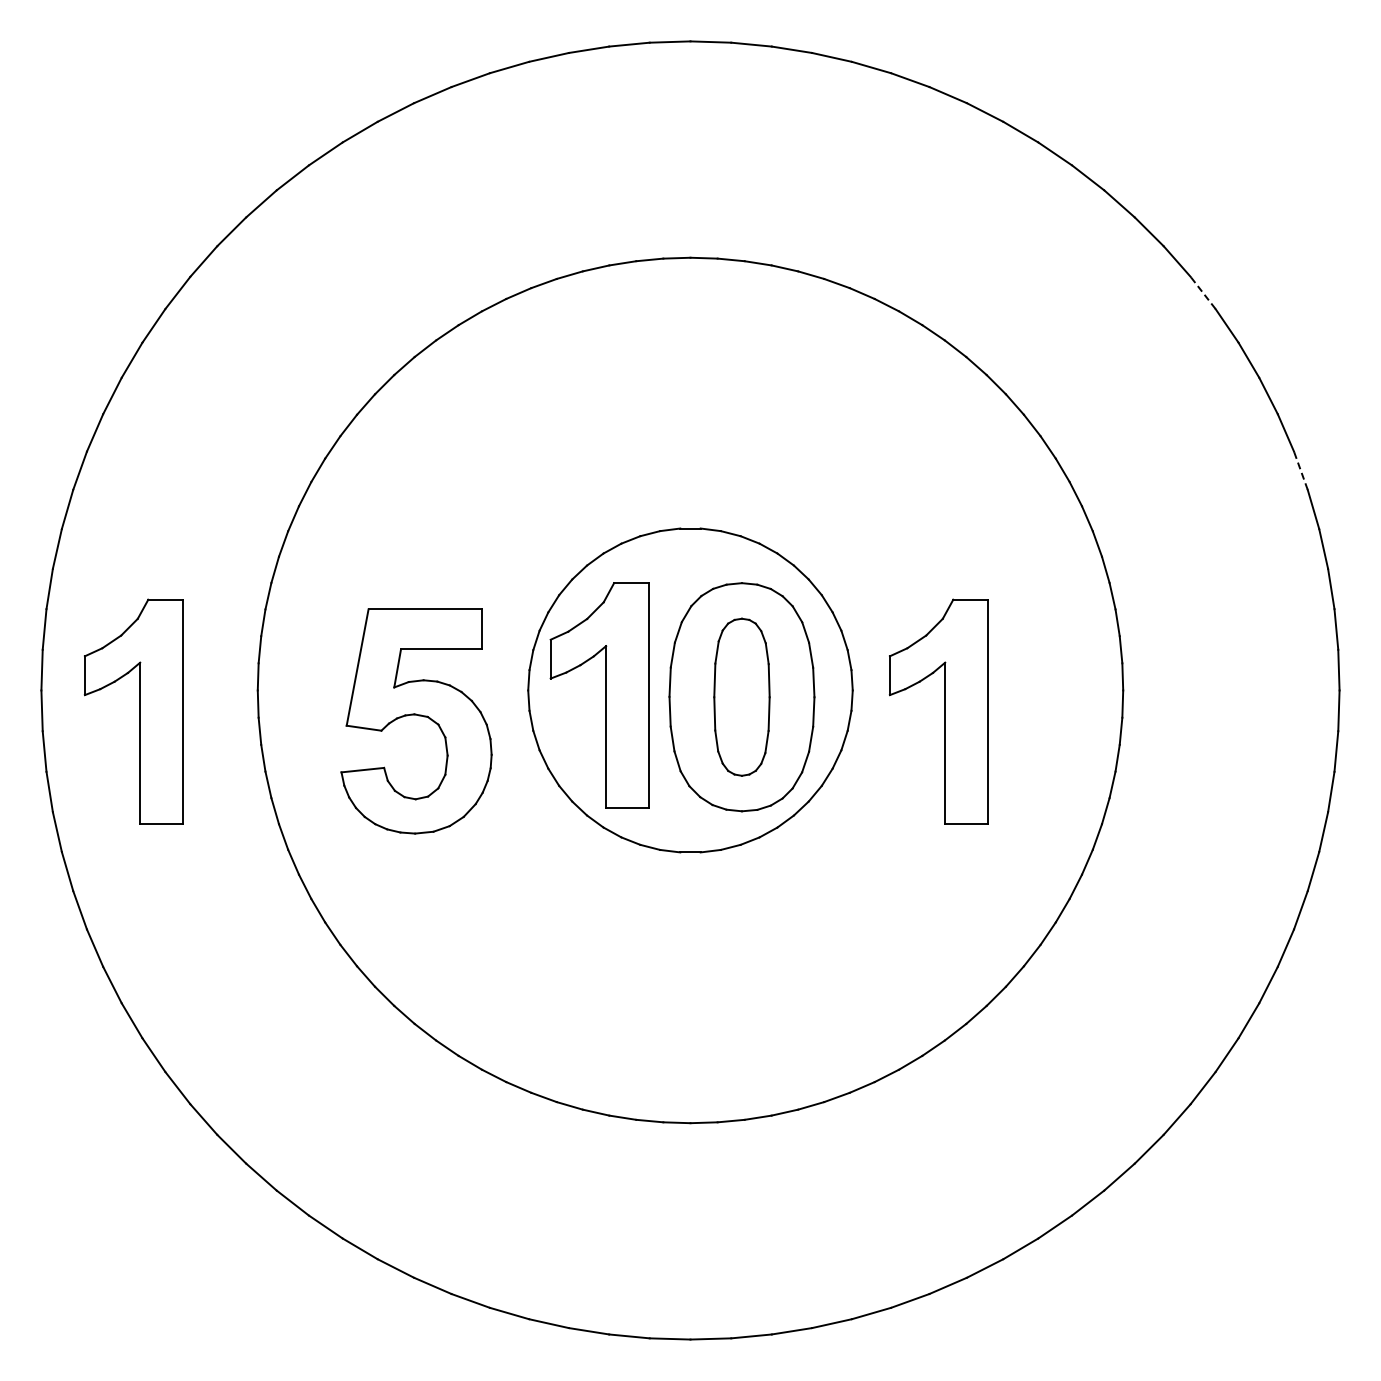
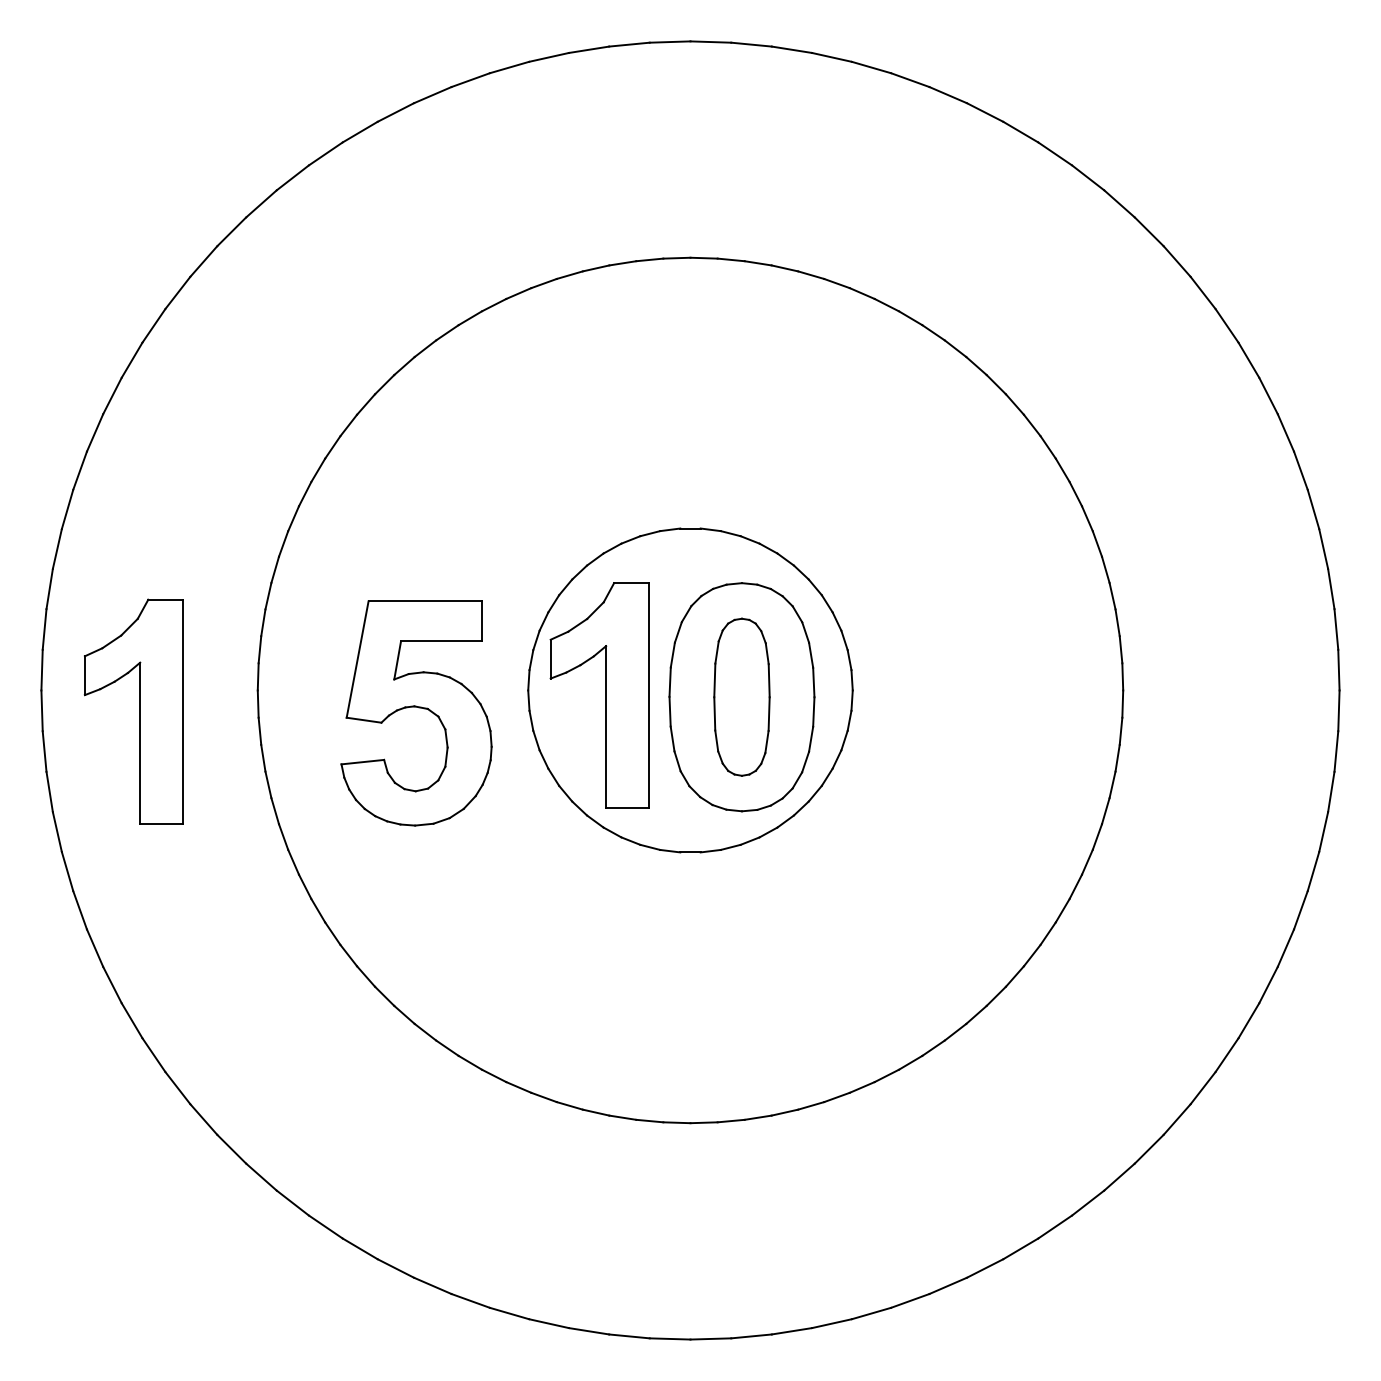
line at (1202, 292): dashed -> solid
line at (1300, 470): dashed -> solid
part at (938, 711): present -> none
part at (416, 721) position: (416, 721) -> (416, 713)
